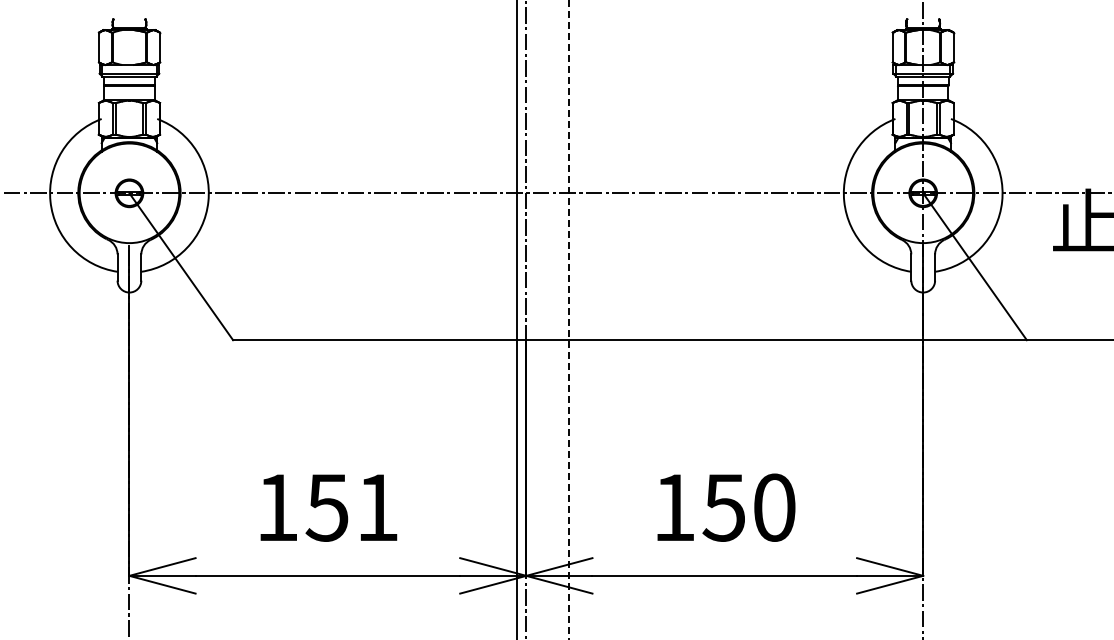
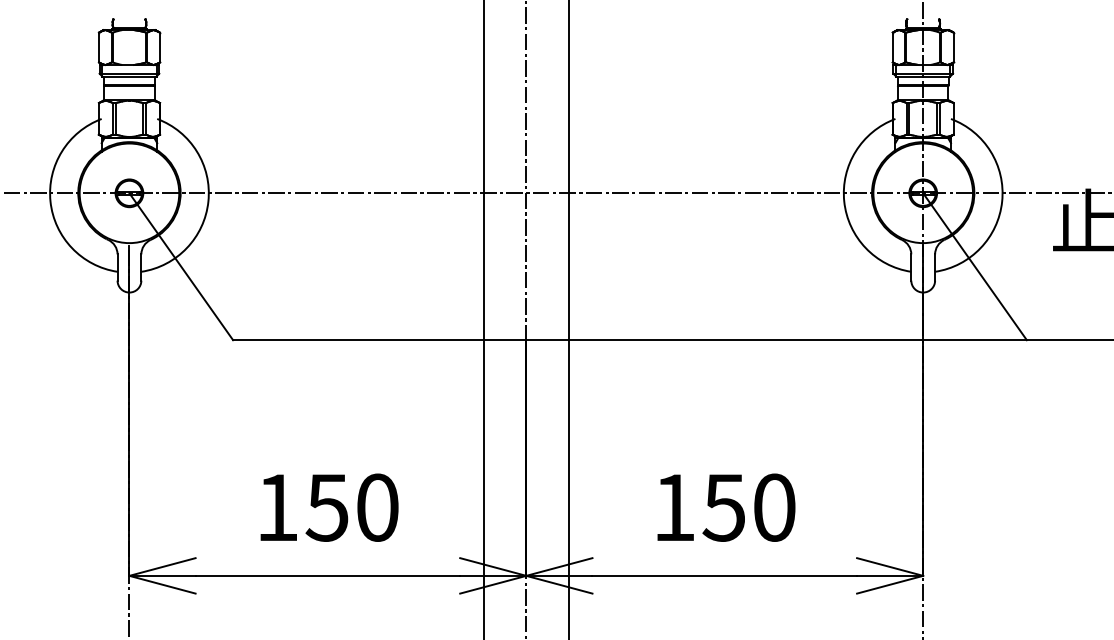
line at (517, 319) position: (517, 319) -> (484, 319)
line at (568, 319): dashed -> solid
text at (377, 507): 151 -> 150
